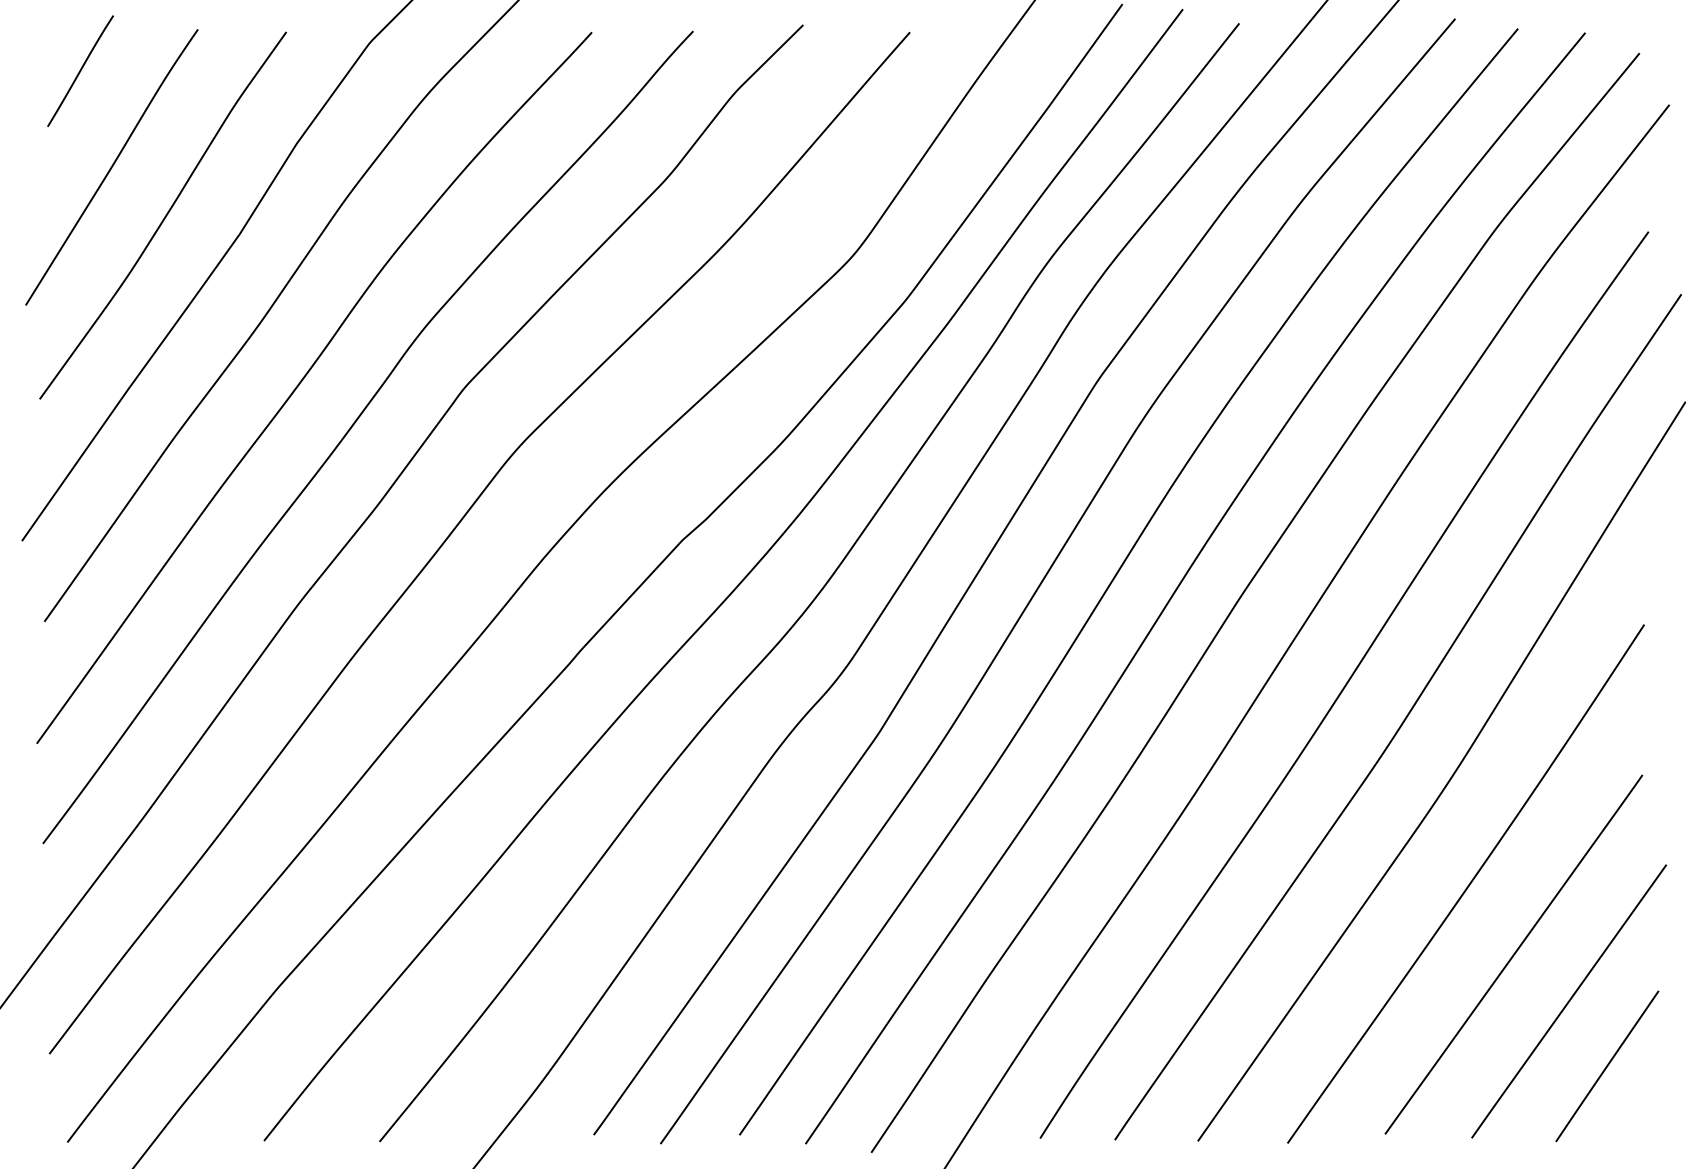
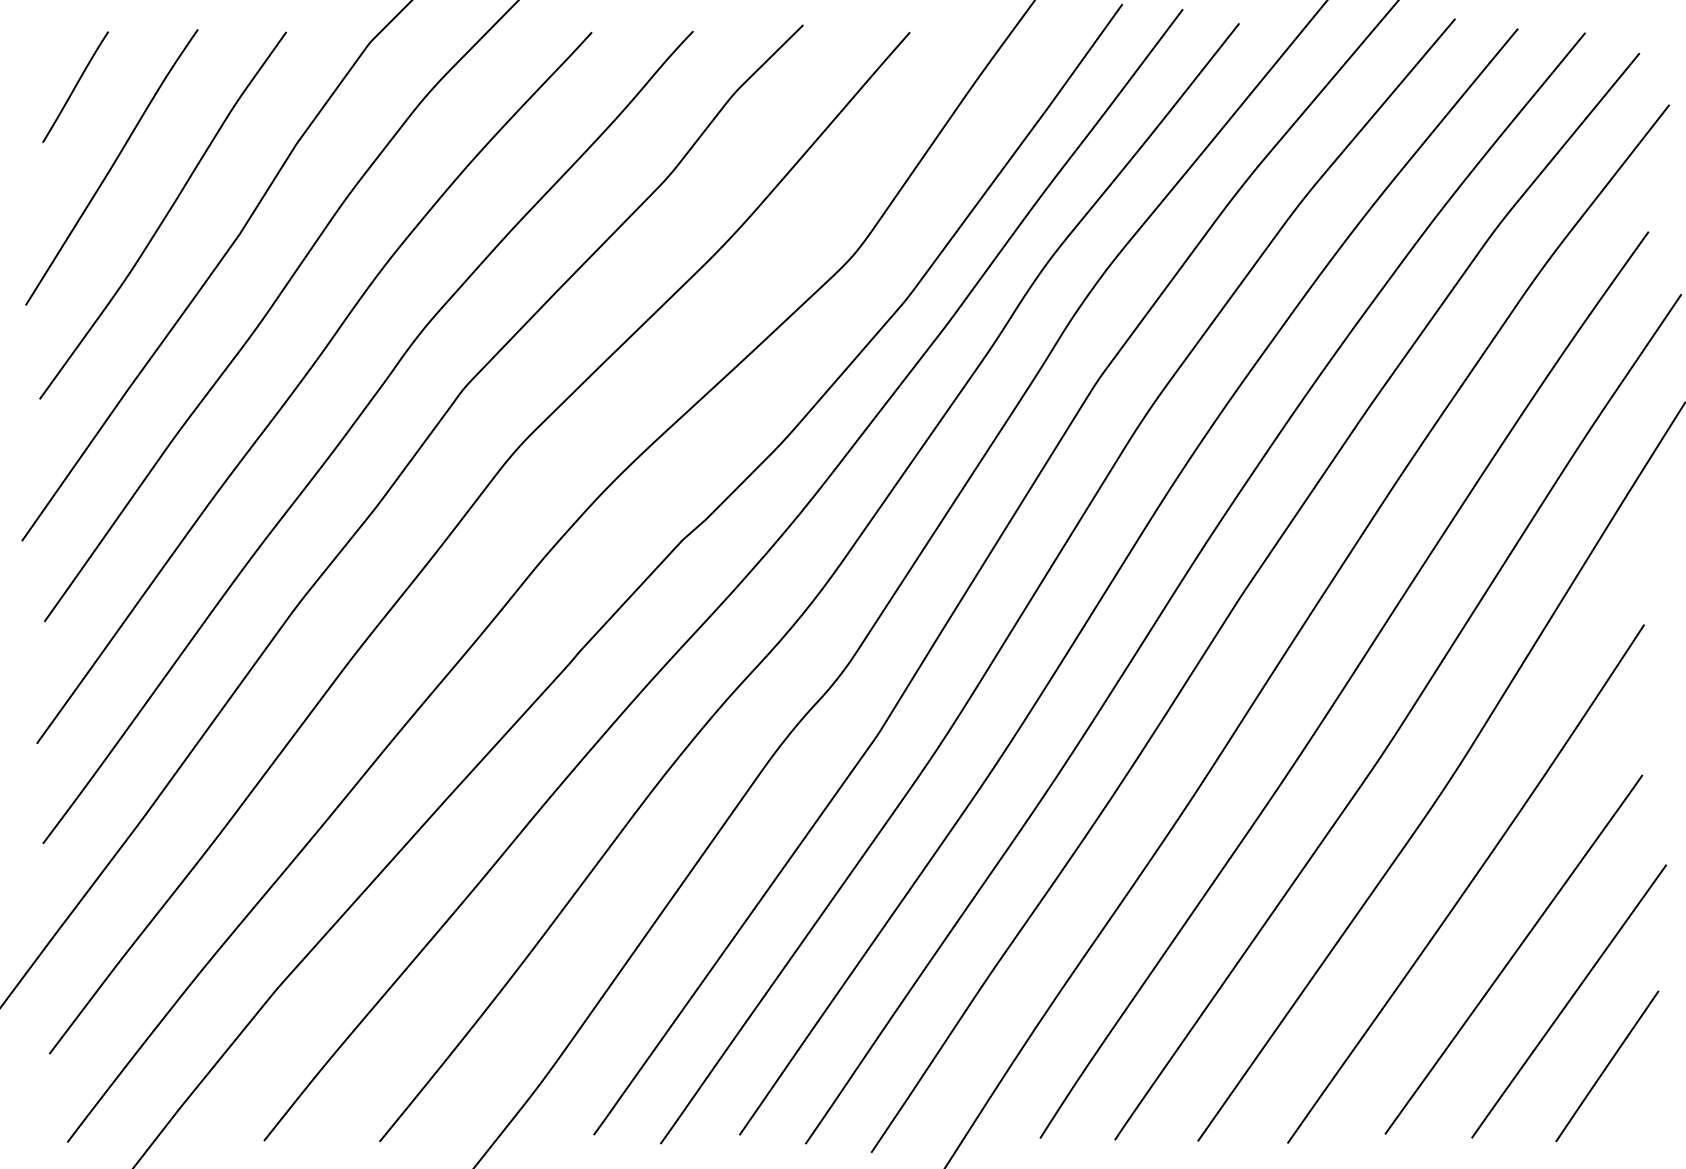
line at (80, 70) position: (80, 70) -> (75, 86)
